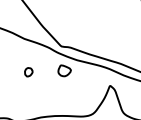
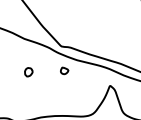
part at (64, 70) size: 15x14 px -> 10x10 px
